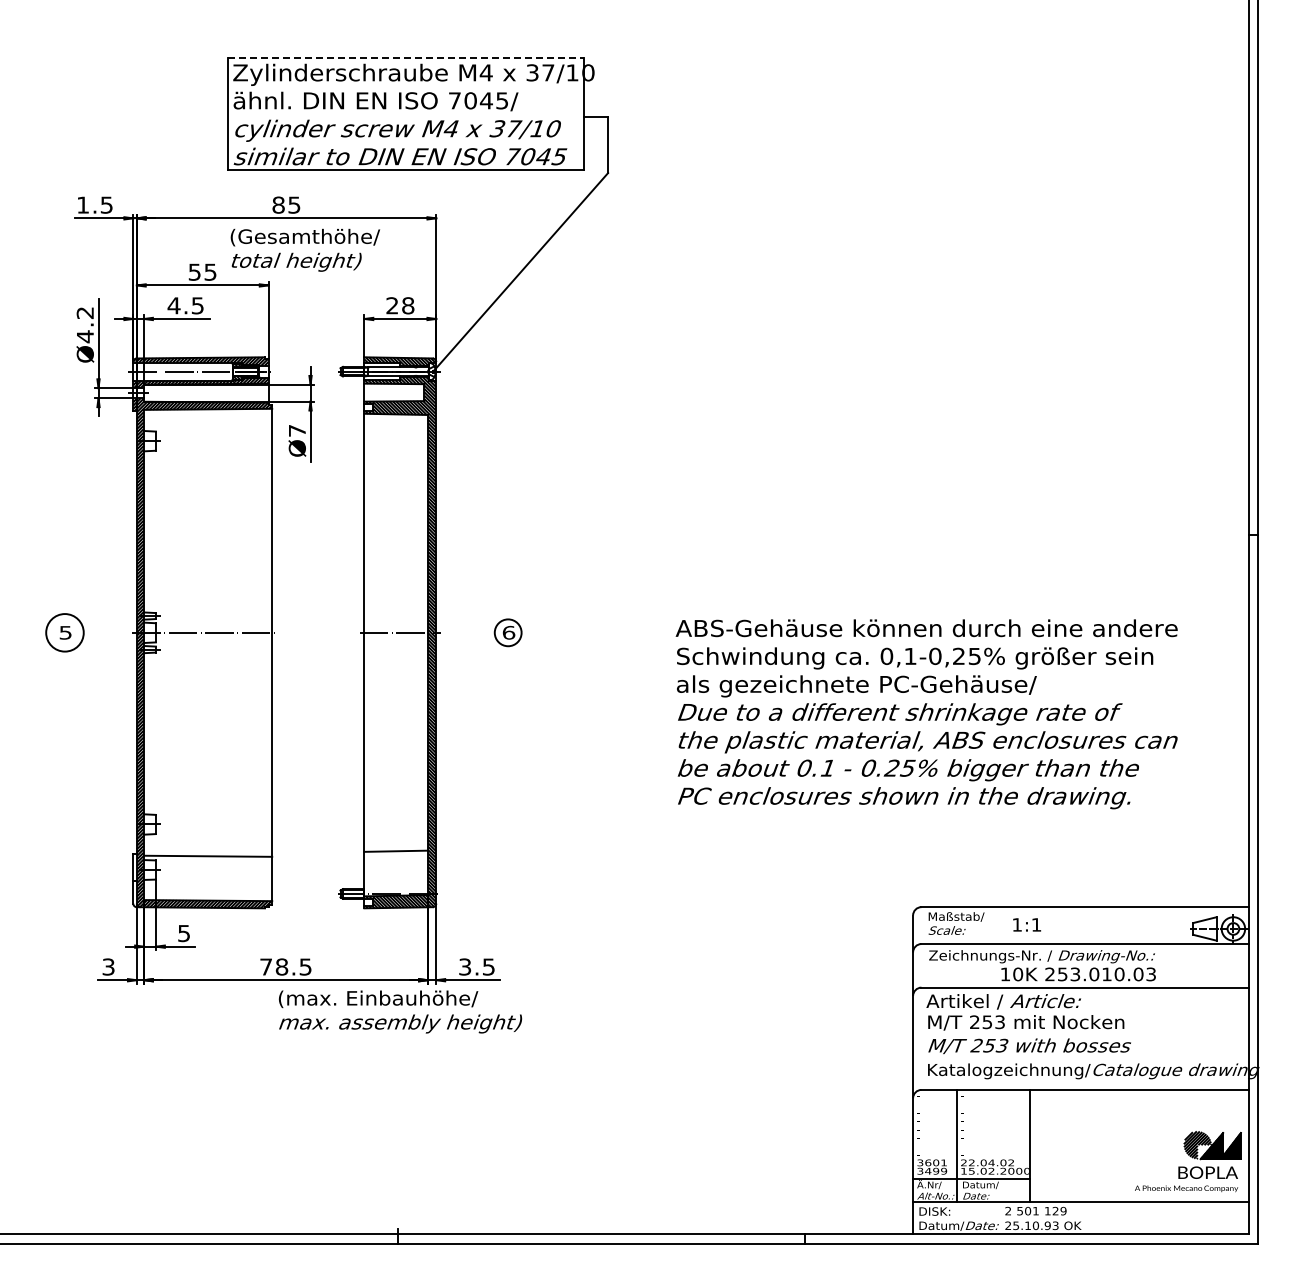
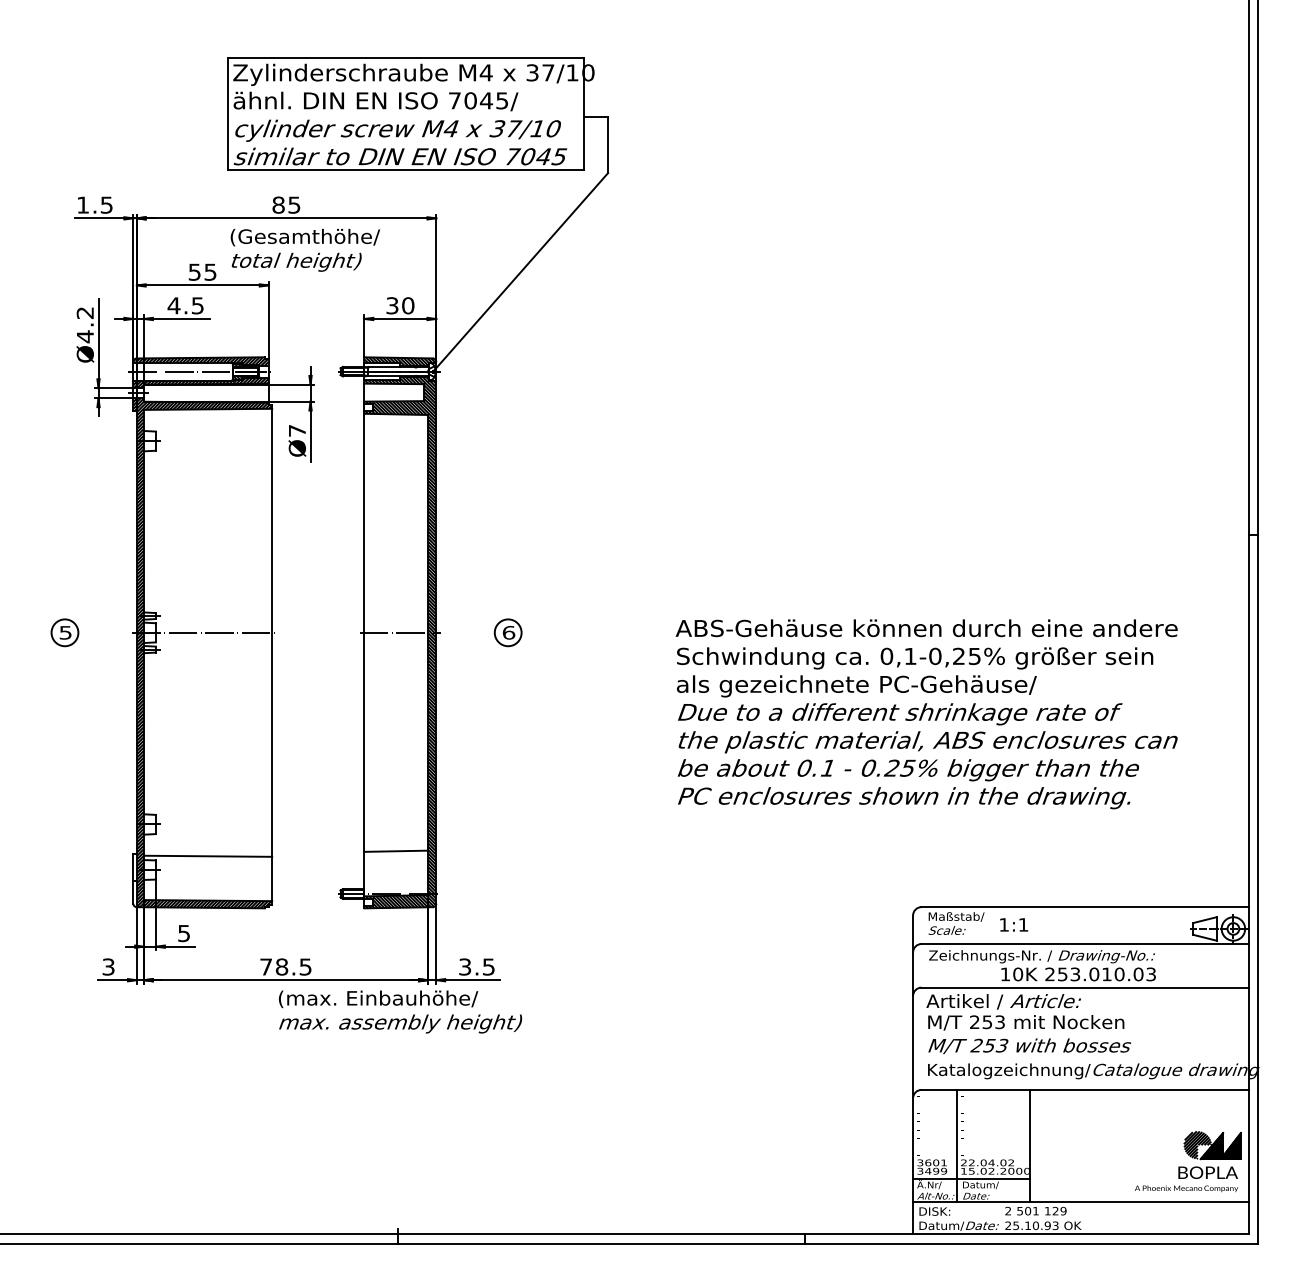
line at (406, 58): dashed -> solid
text at (400, 305): 28 -> 30
circle at (64, 632) diameter: 38 px -> 27 px
text at (1027, 924) position: (1027, 924) -> (1014, 924)
